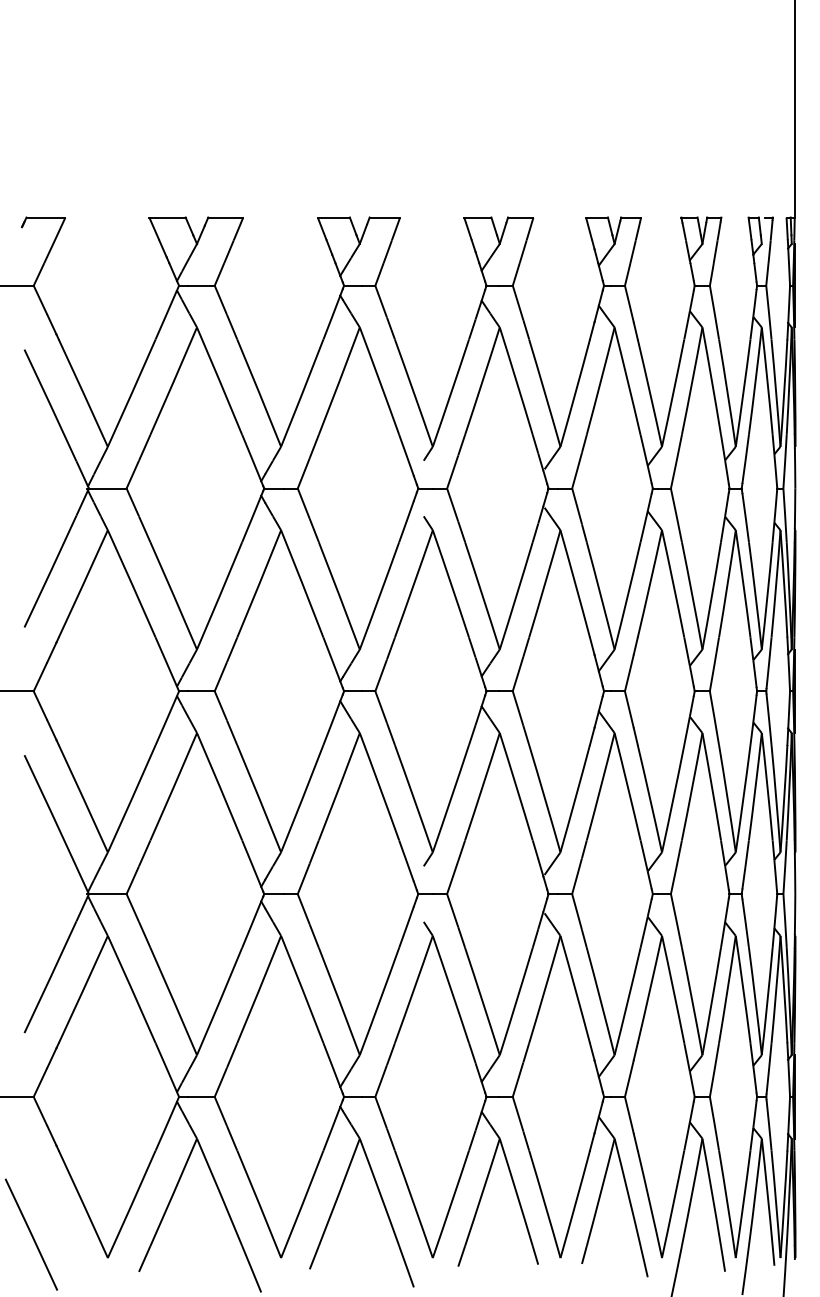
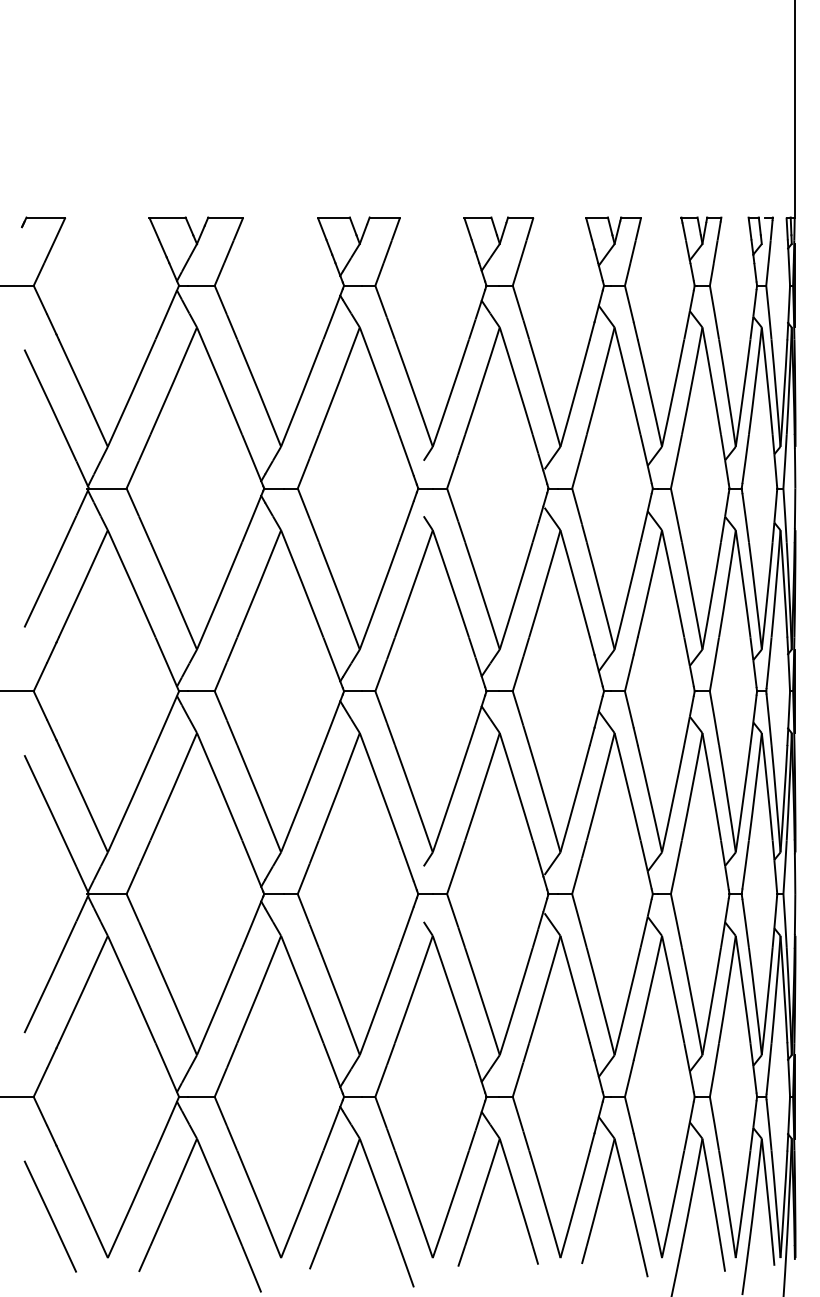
line at (30, 1234) position: (30, 1234) -> (49, 1216)
